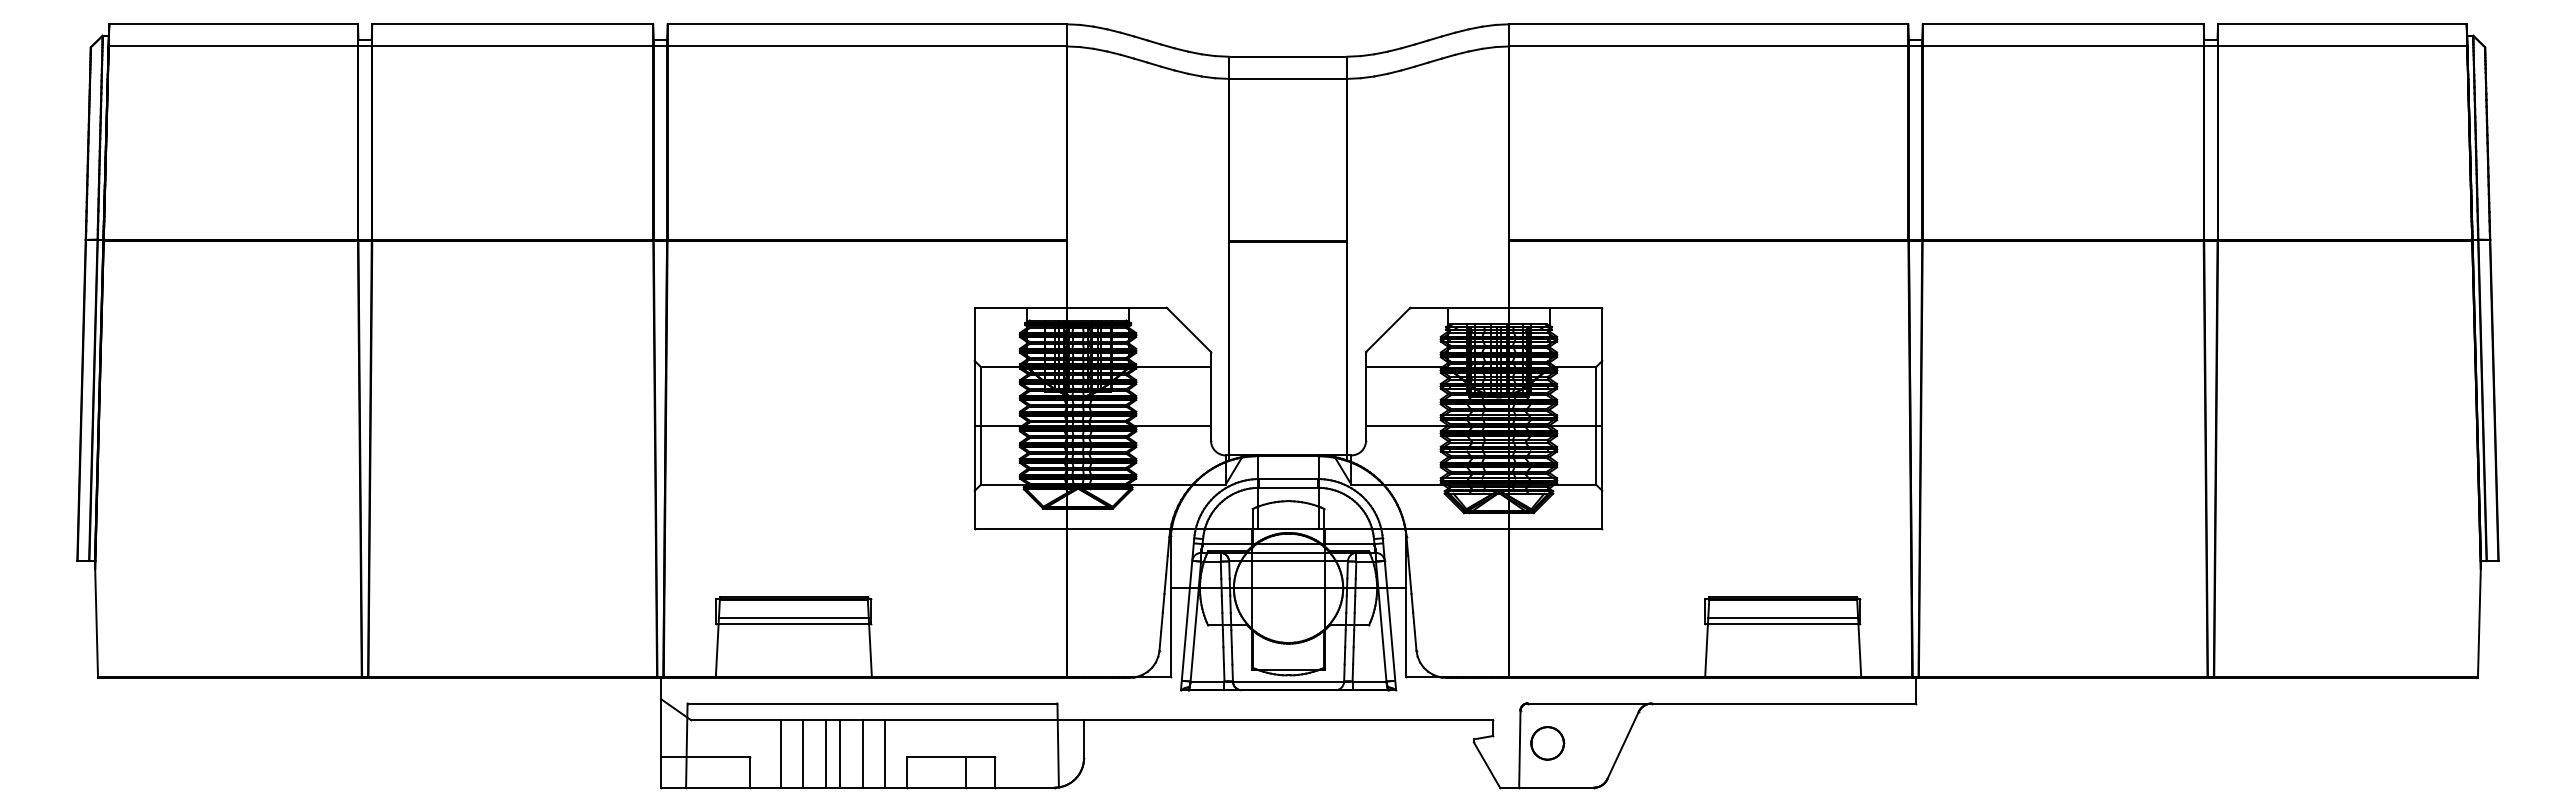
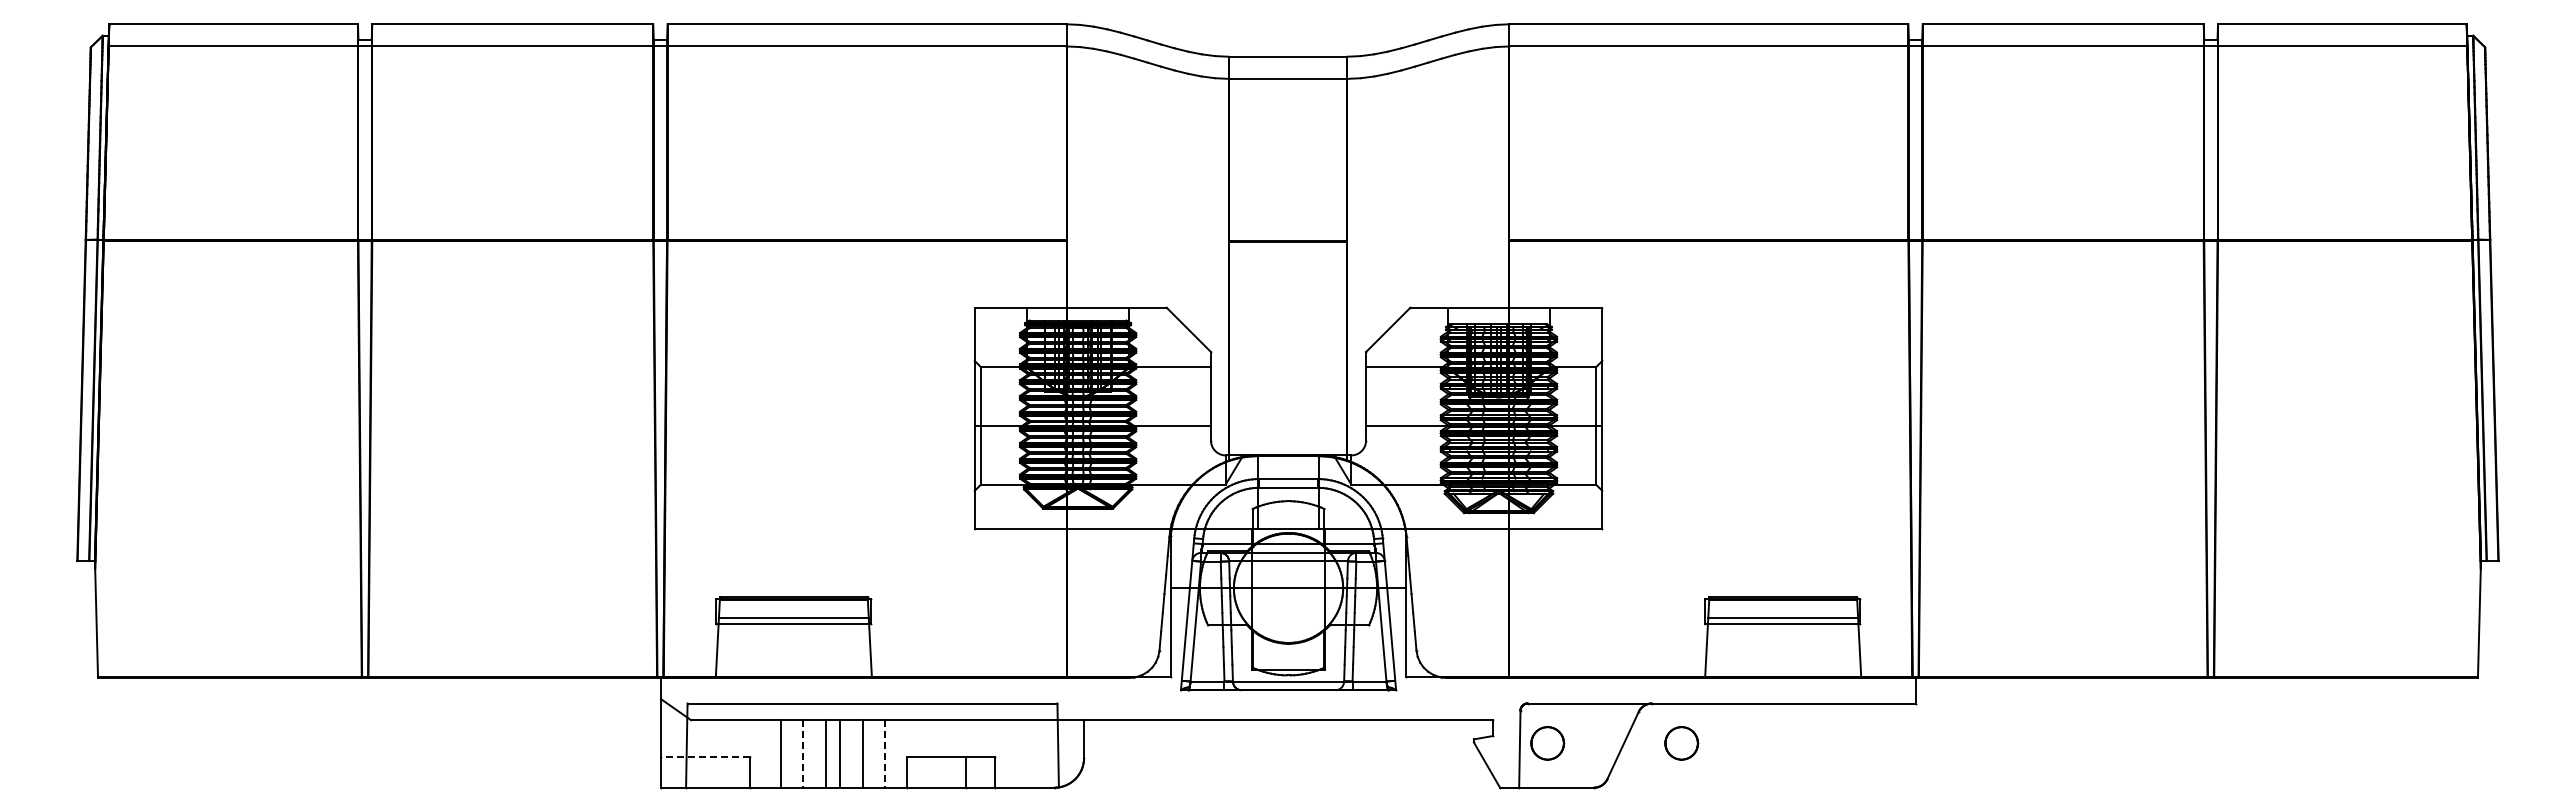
part at (1681, 743): none -> present
line at (803, 753): solid -> dashed
line at (884, 753): solid -> dashed
line at (704, 756): solid -> dashed
